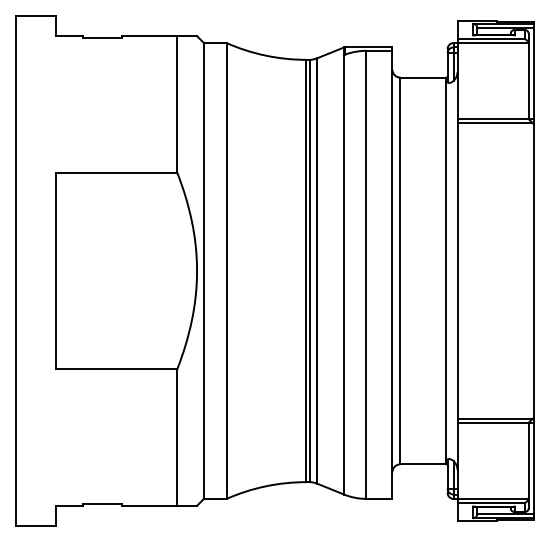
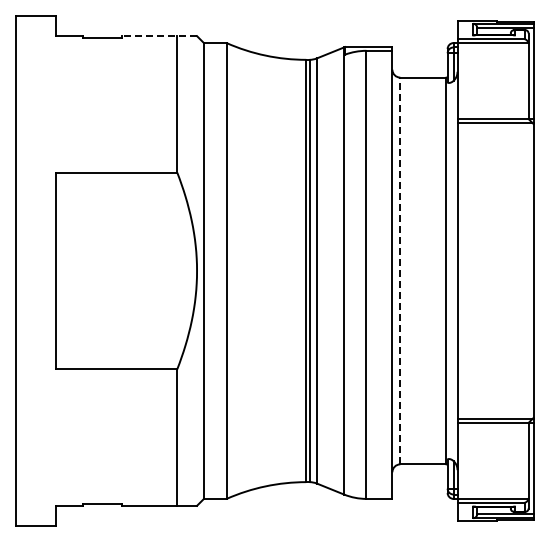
line at (159, 36): solid -> dashed
line at (400, 270): solid -> dashed
